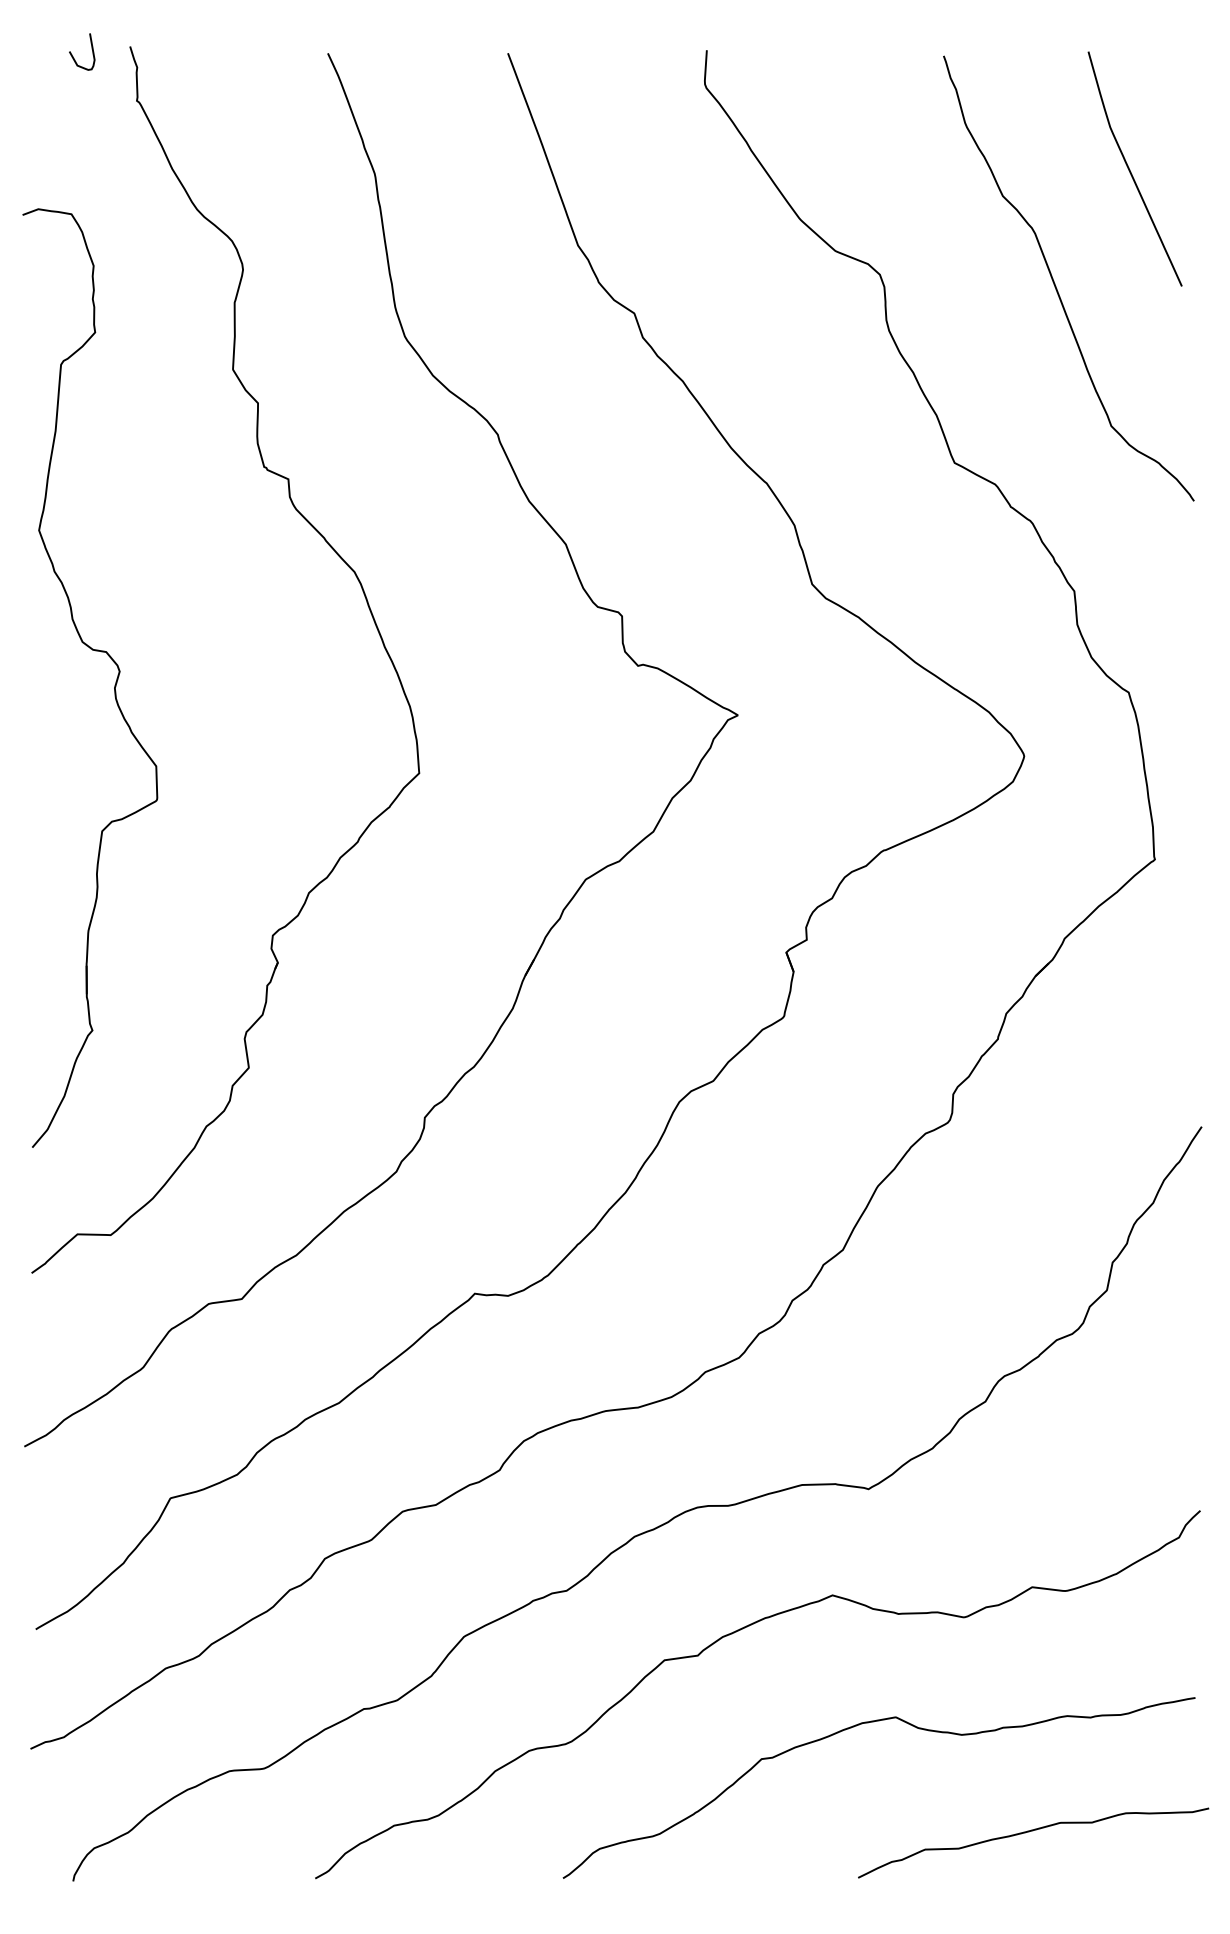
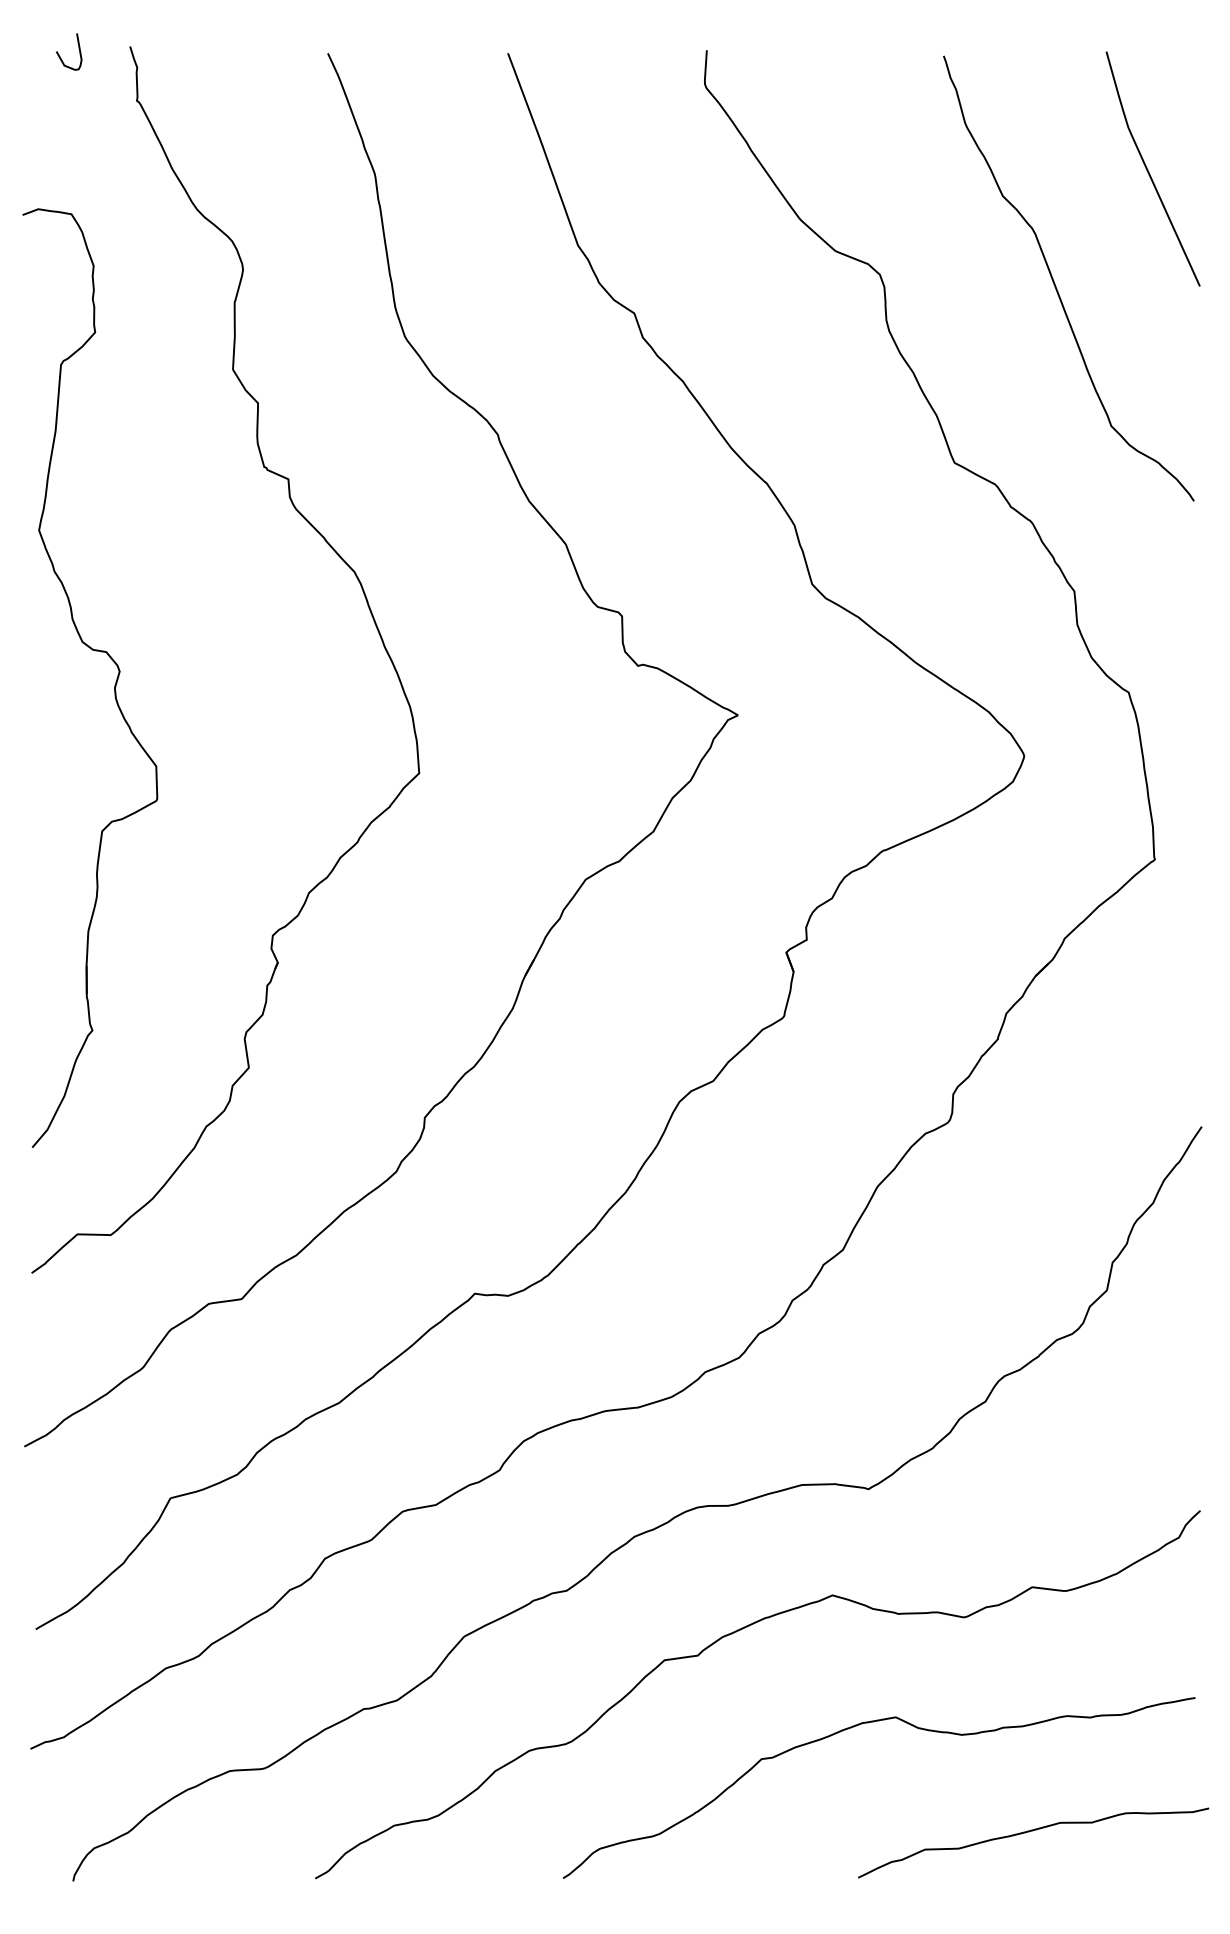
curve at (91, 49) position: (91, 49) -> (78, 49)
curve at (1130, 169) position: (1130, 169) -> (1148, 169)
